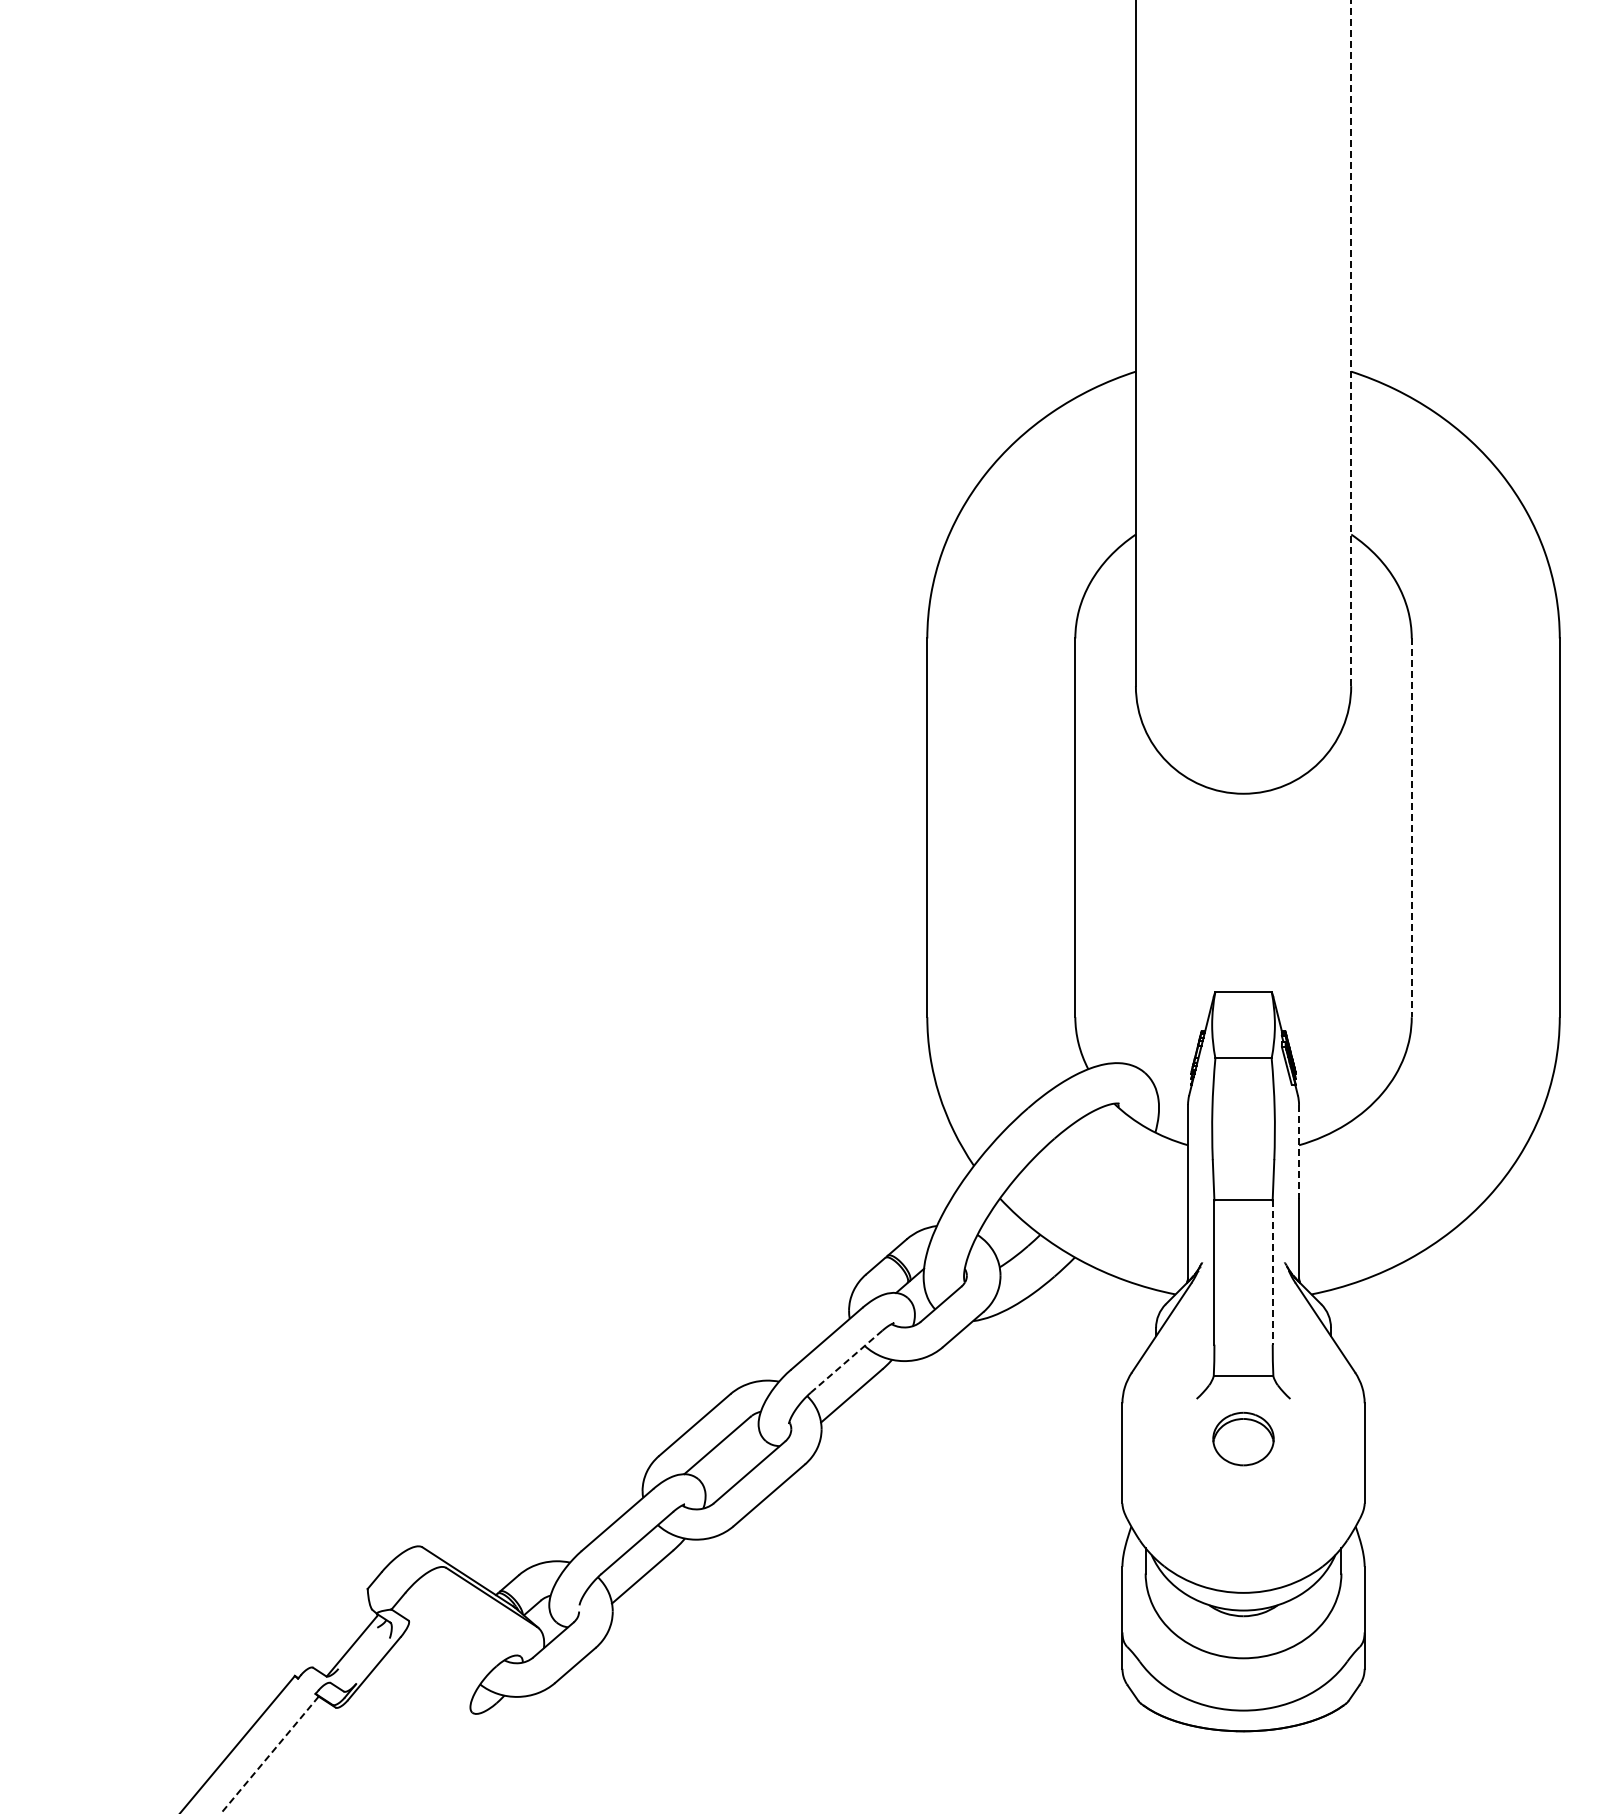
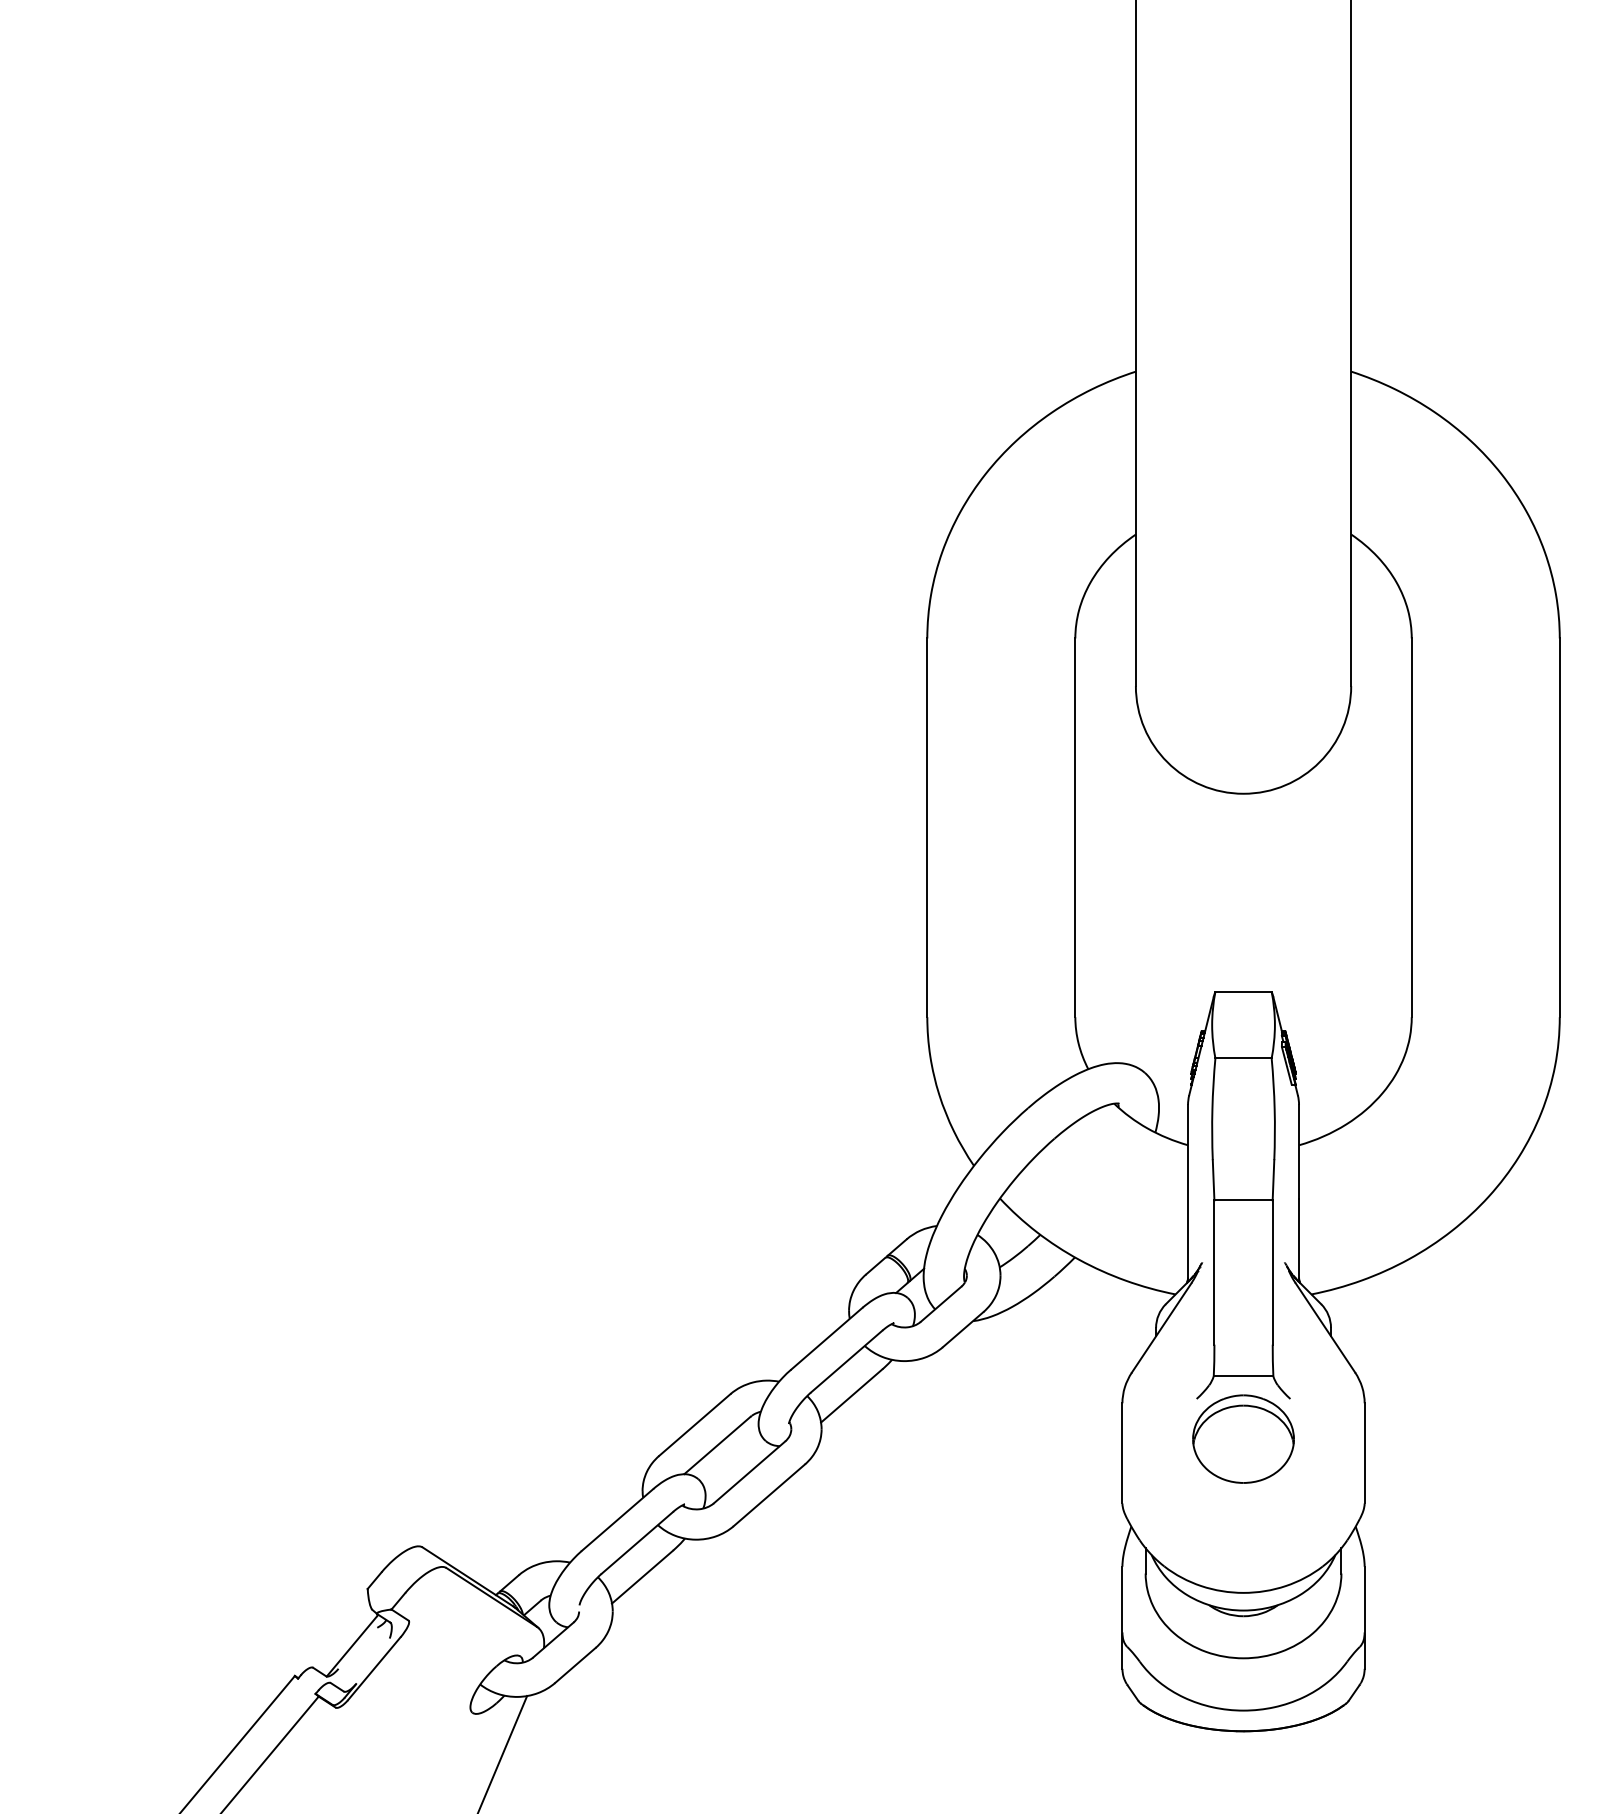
line at (1351, 343): dashed -> solid
line at (1411, 828): dashed -> solid
line at (1299, 1152): dashed -> solid
line at (1272, 1273): dashed -> solid
line at (846, 1361): dashed -> solid
part at (1243, 1438) size: 63x56 px -> 103x90 px
line at (503, 1752): none -> present
line at (269, 1755): dashed -> solid
